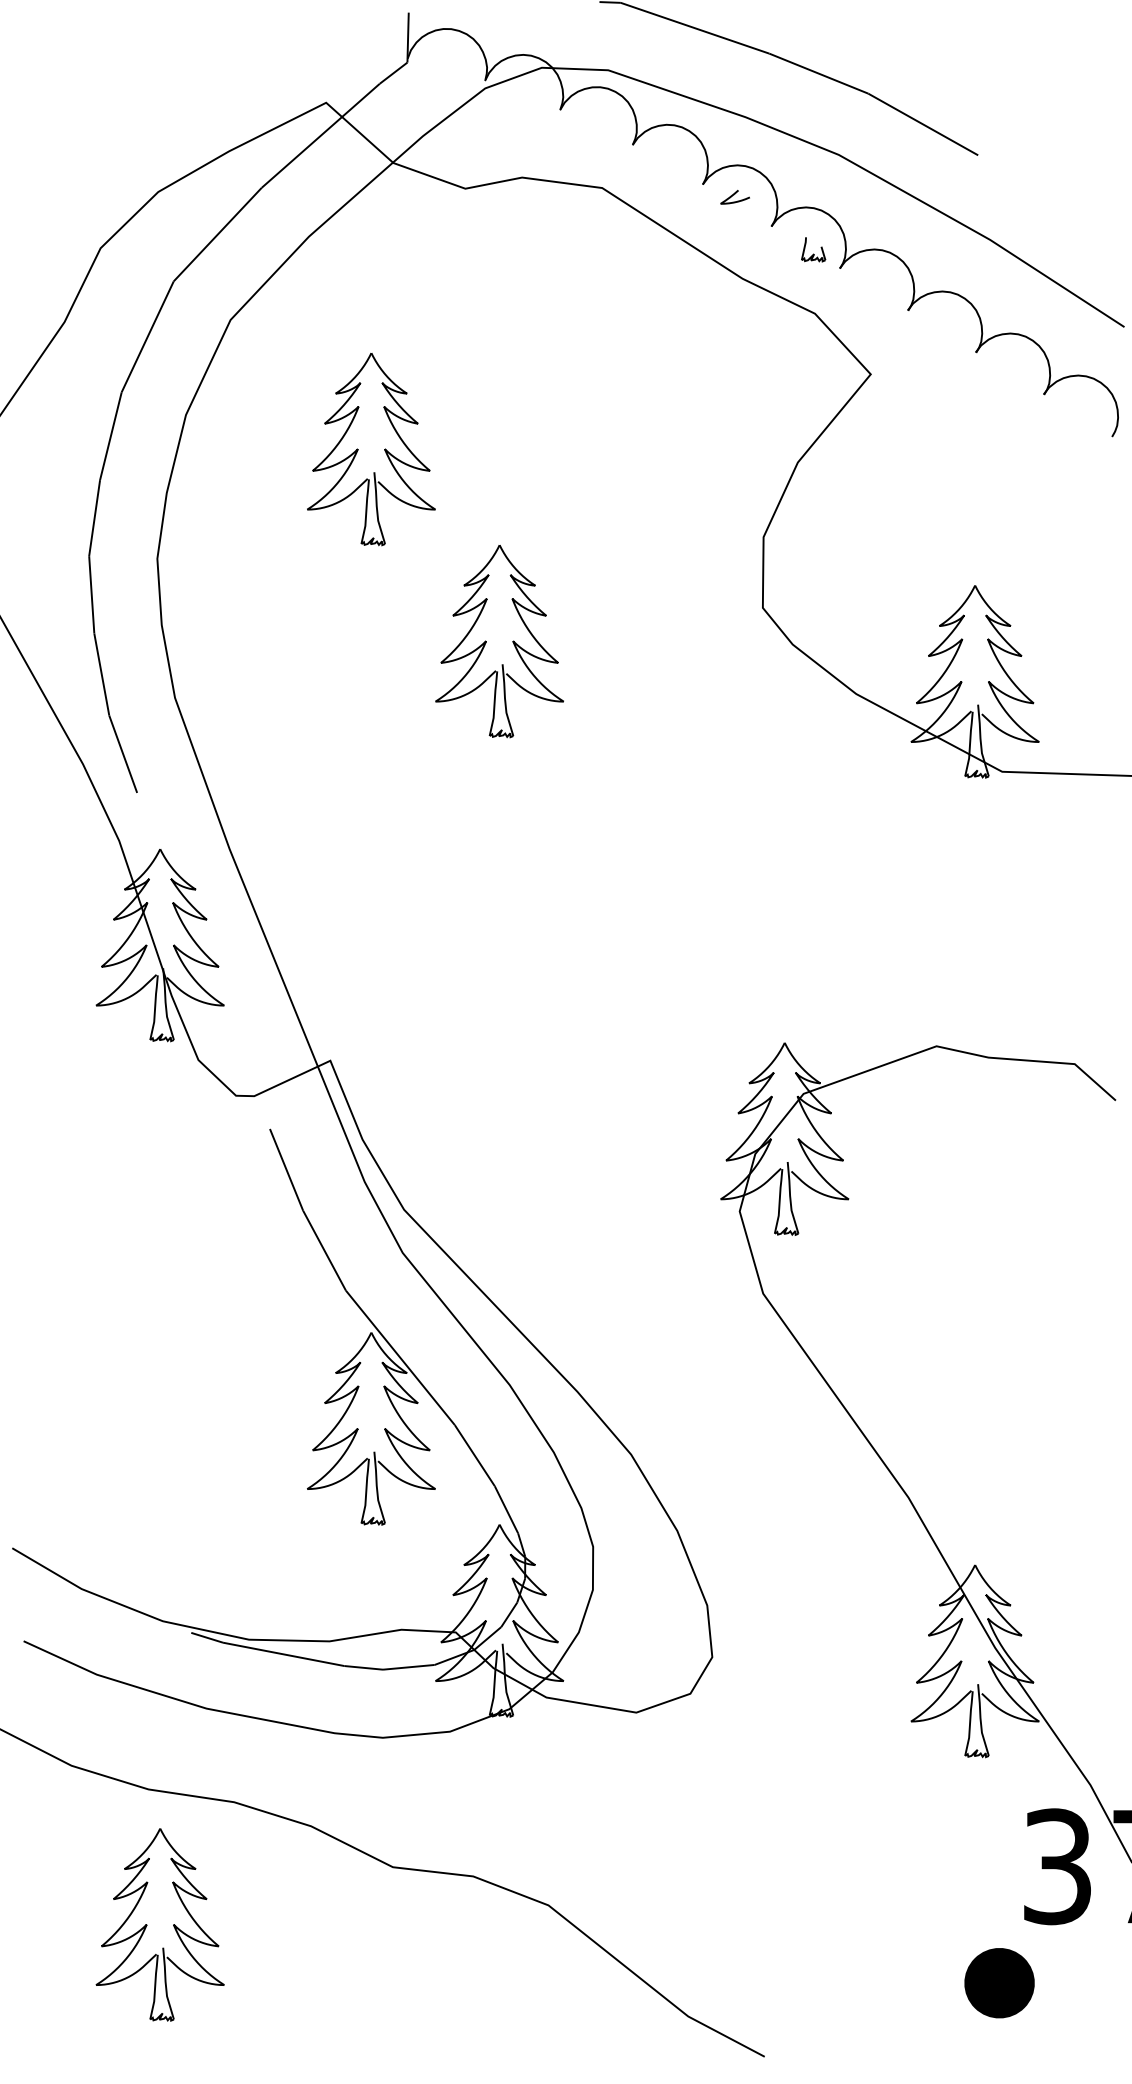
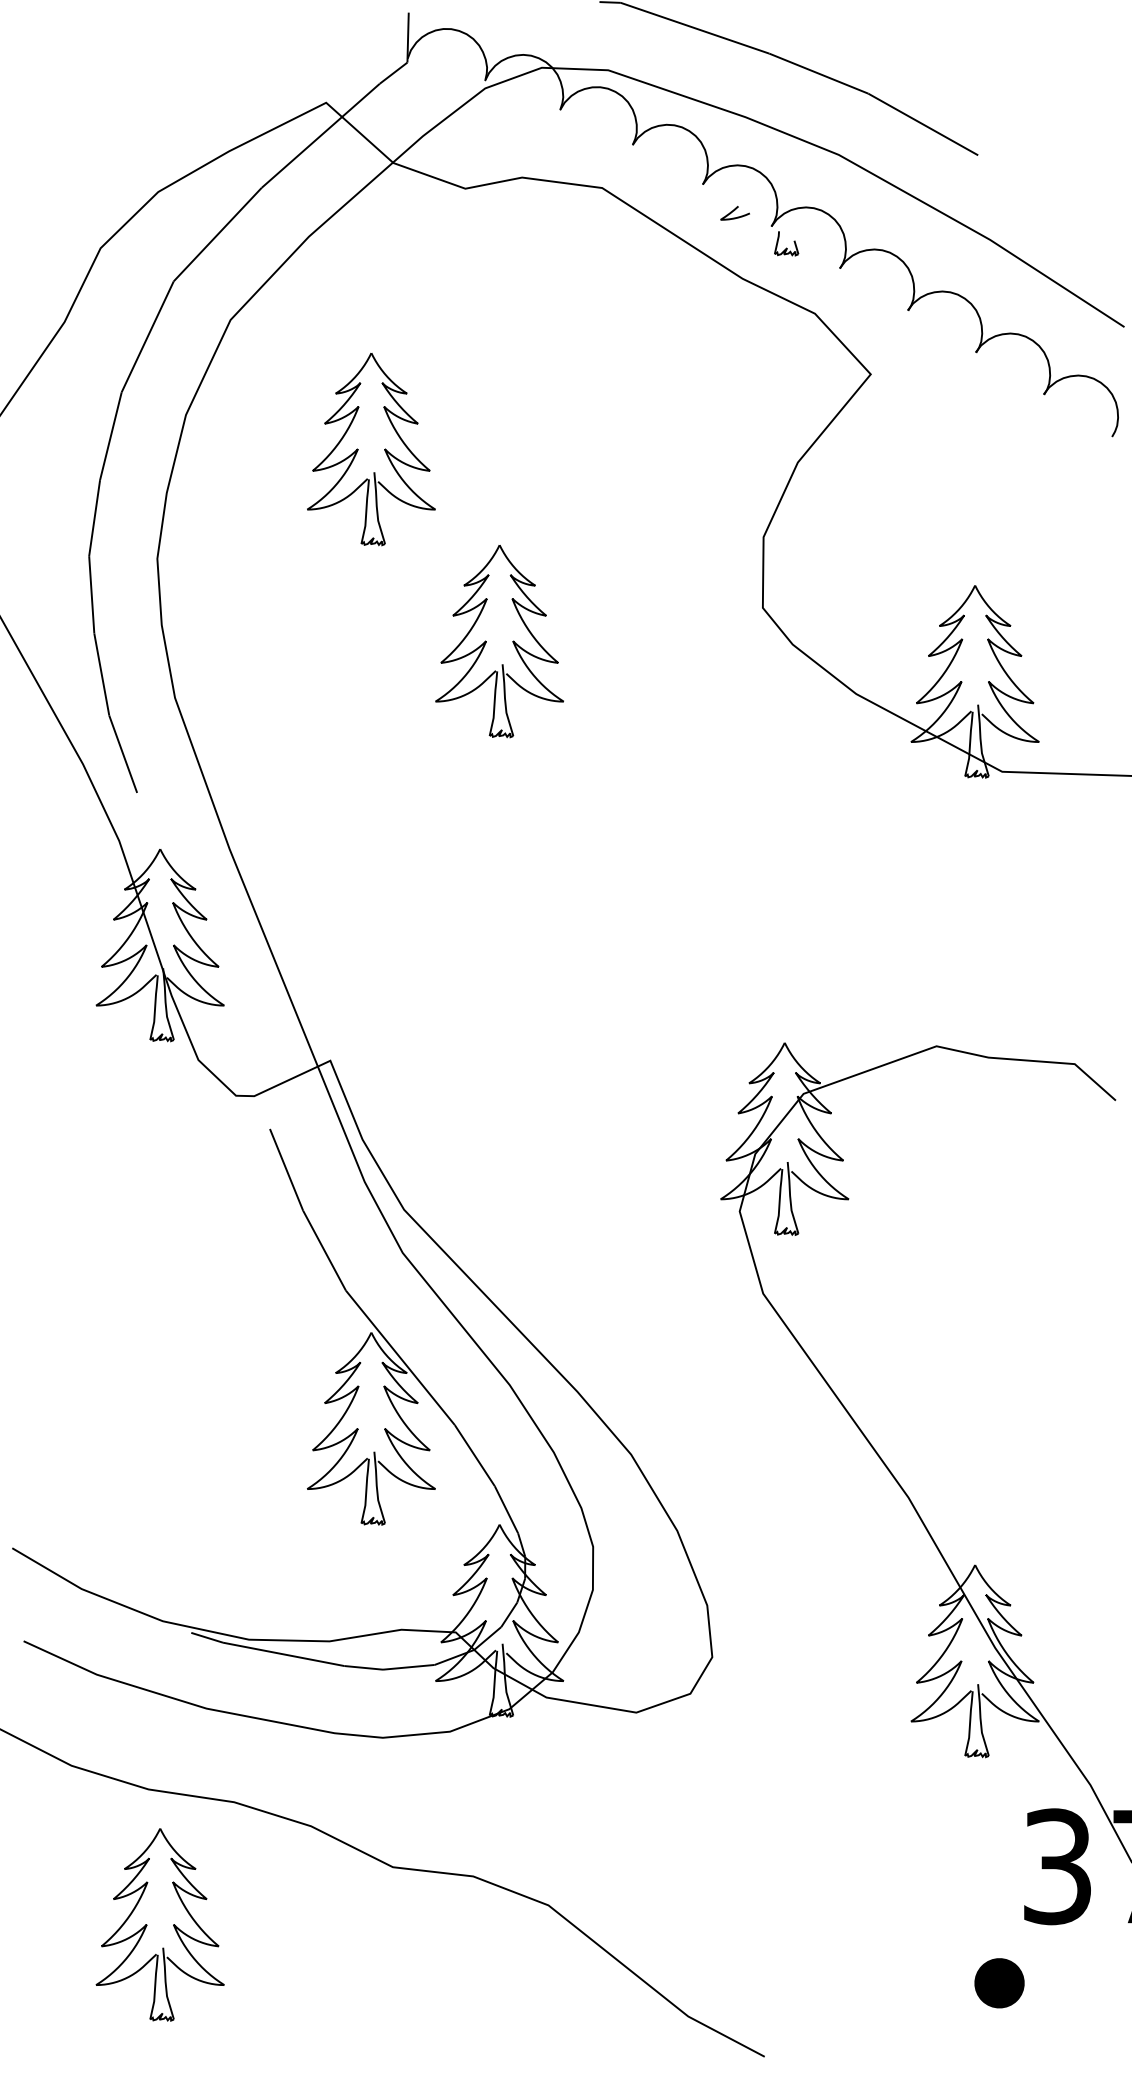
curve at (734, 195) position: (734, 195) -> (734, 211)
part at (813, 249) position: (813, 249) -> (786, 243)
part at (999, 1983) size: 71x71 px -> 51x51 px
